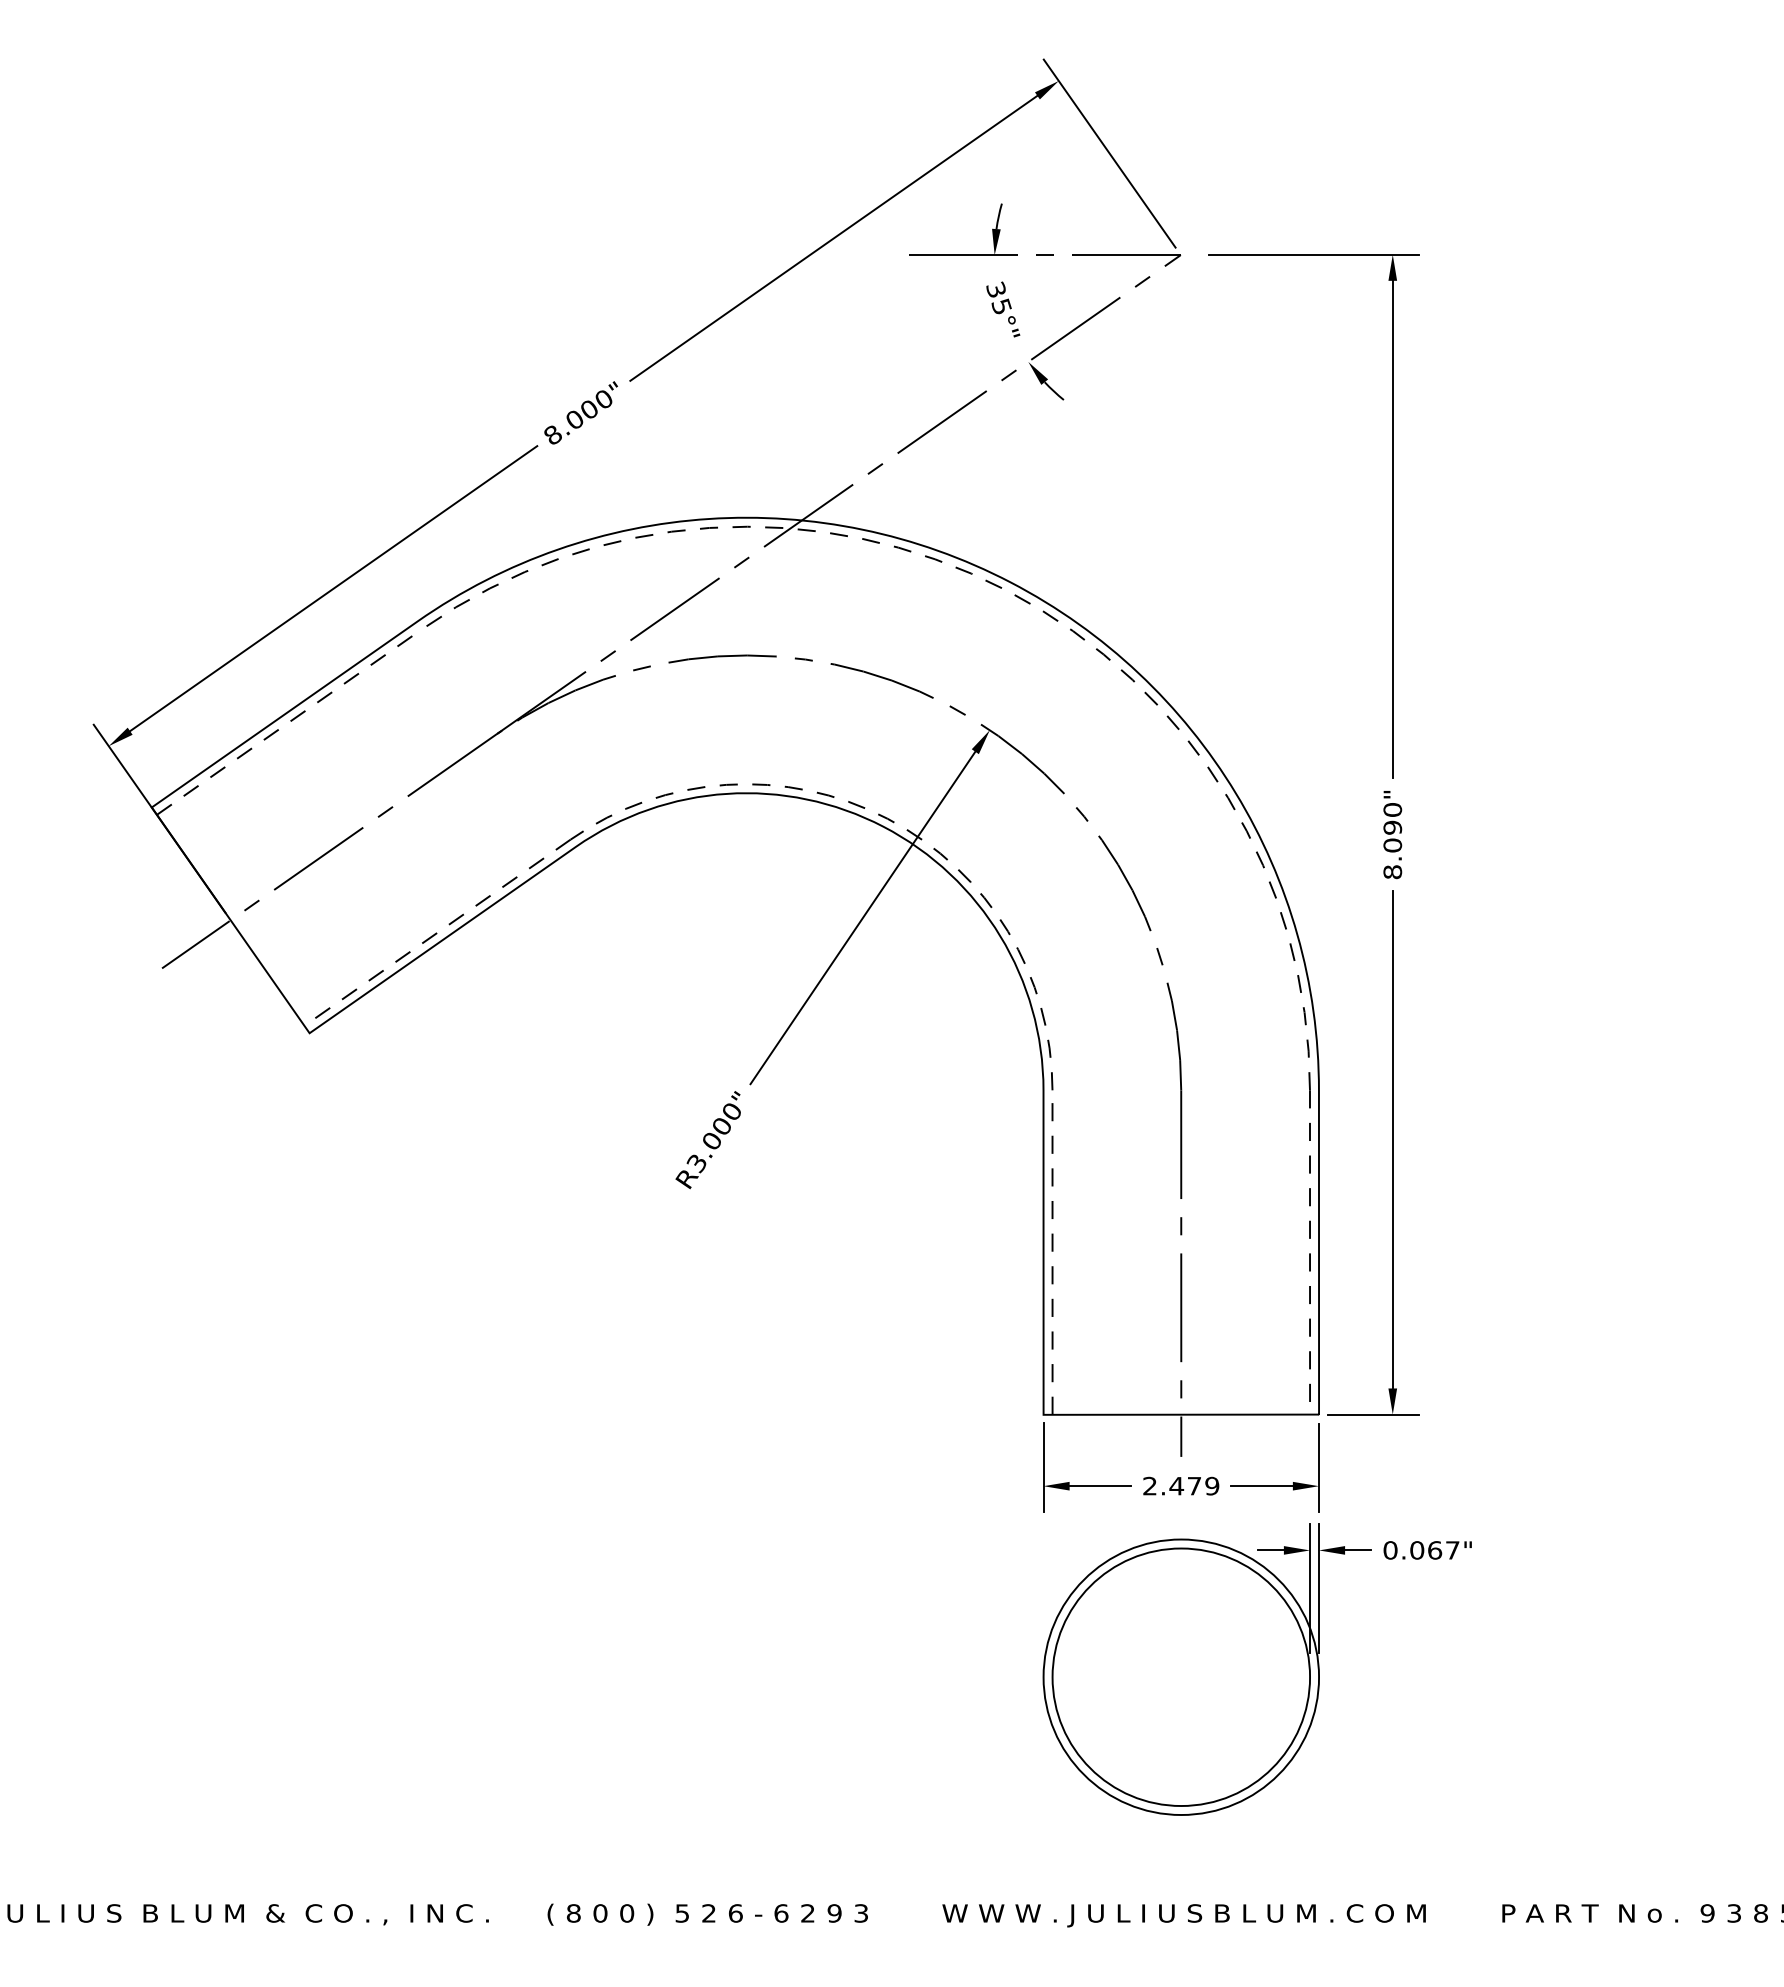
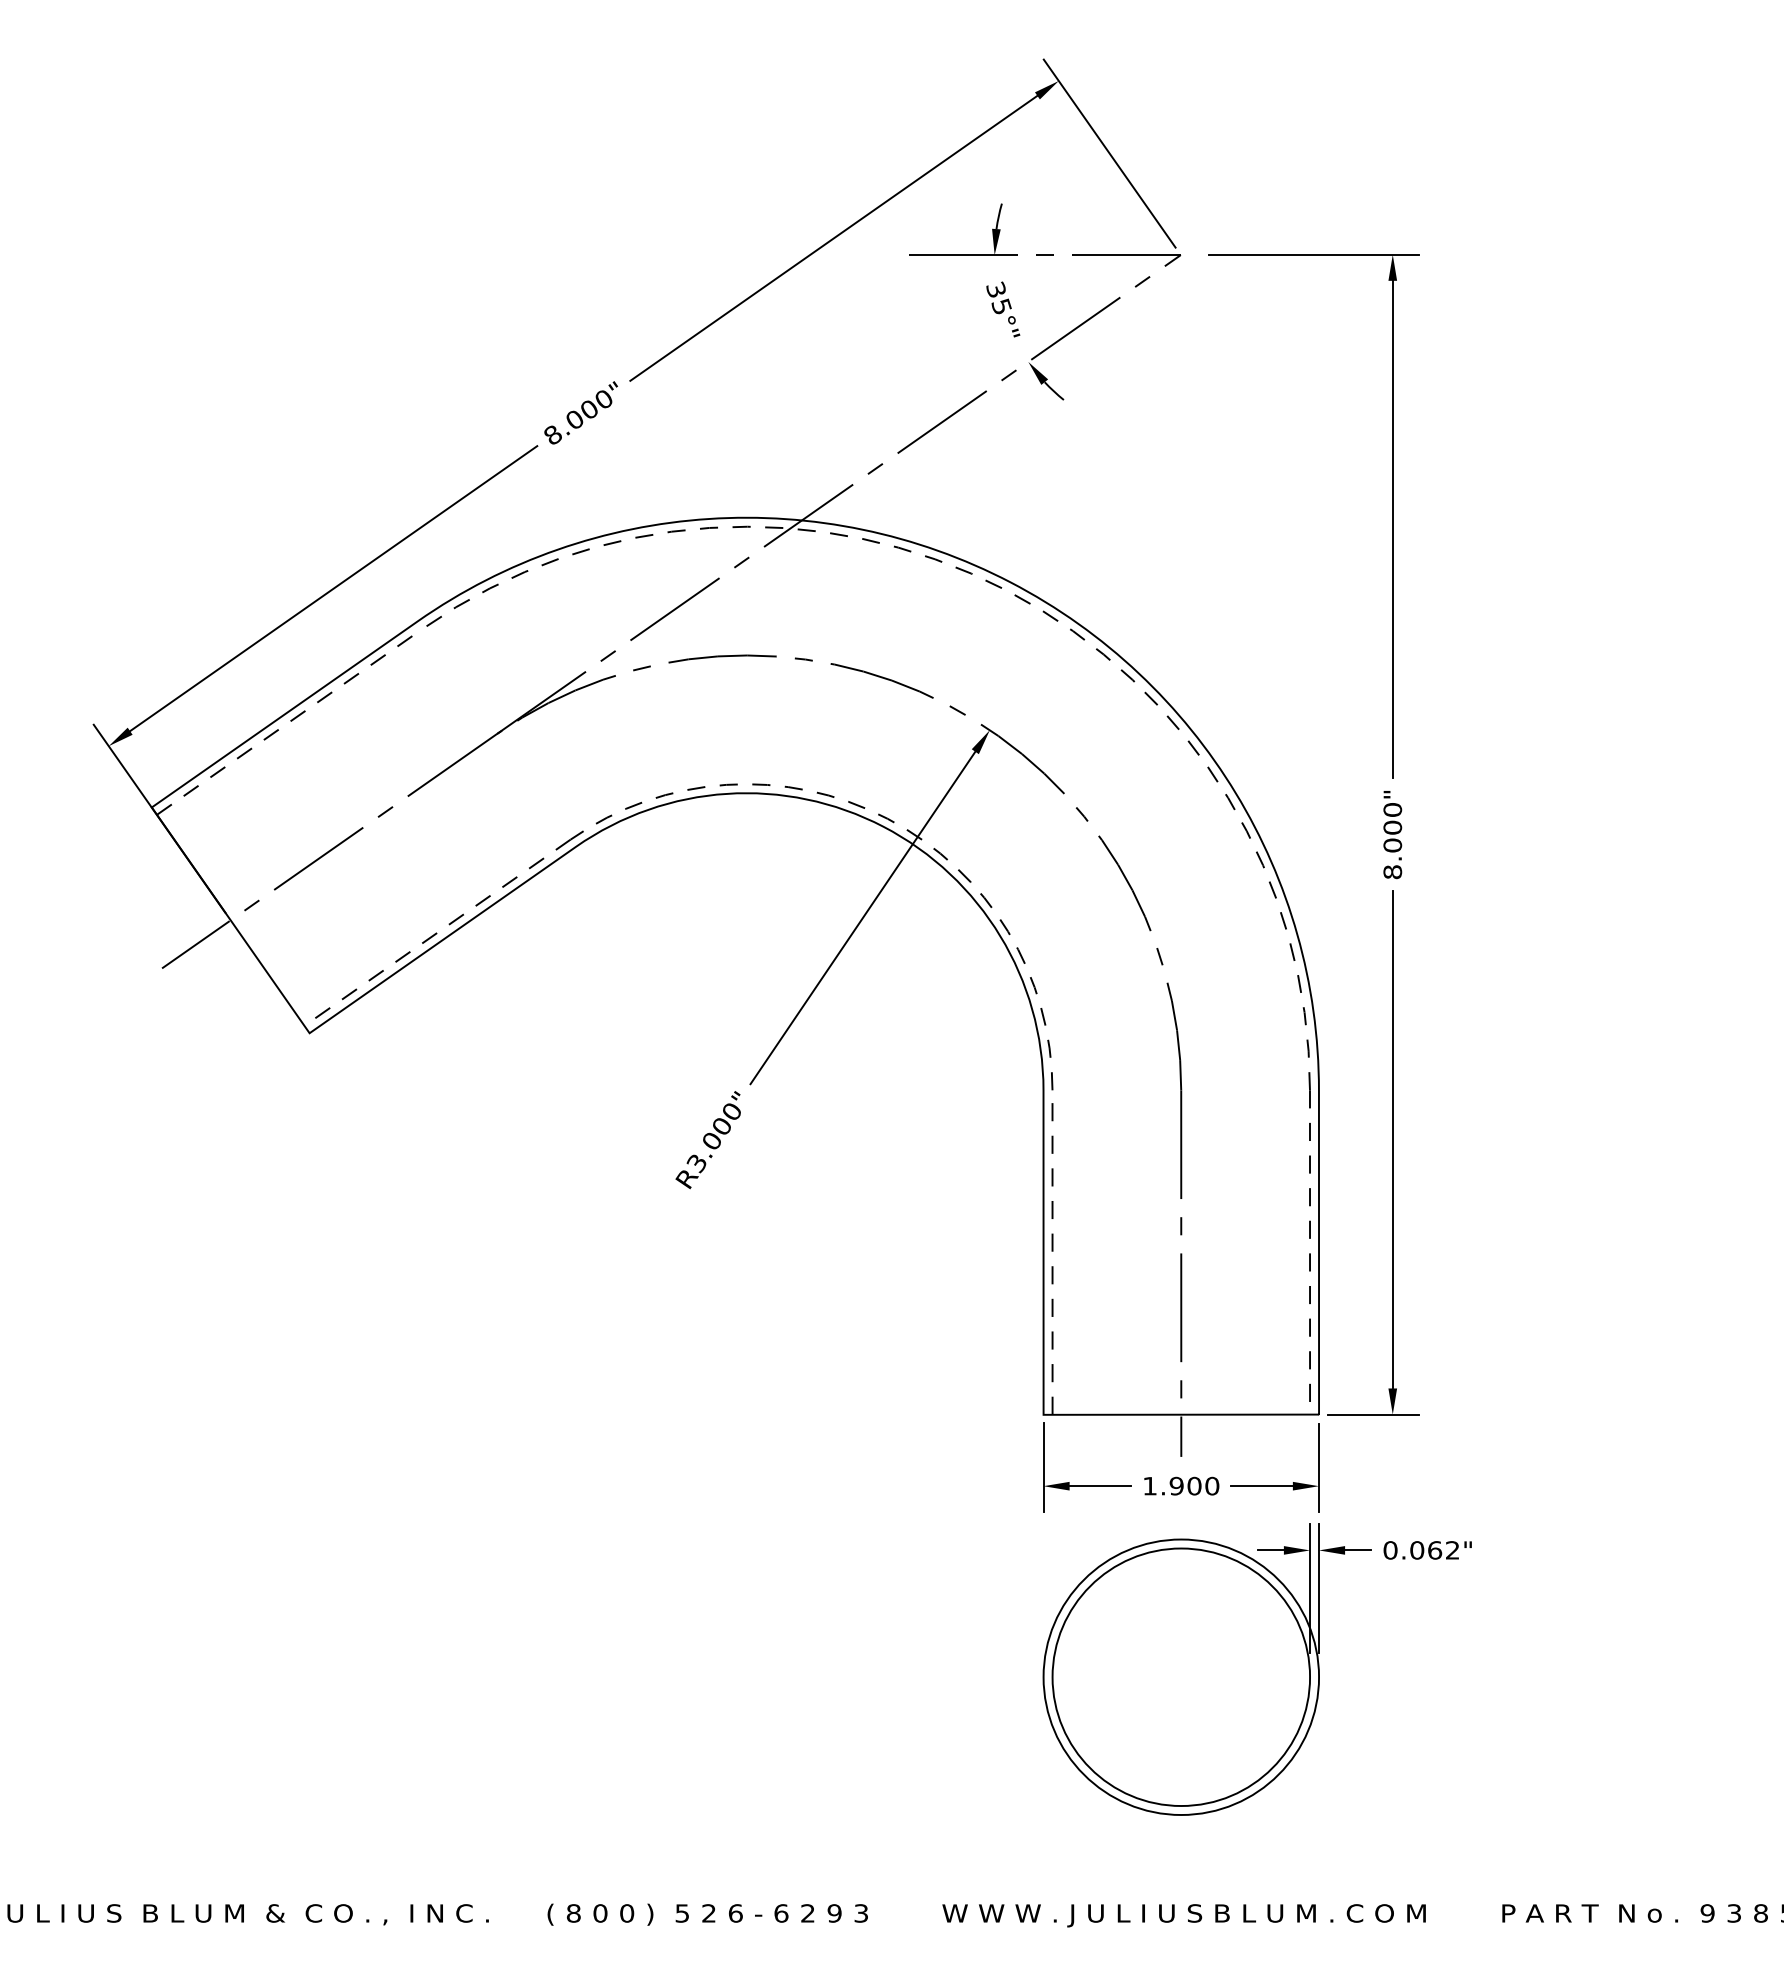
text at (1392, 827): 8.090" -> 8.000"
text at (1181, 1485): 2.479 -> 1.900
text at (1452, 1550): 0.067" -> 0.062"
